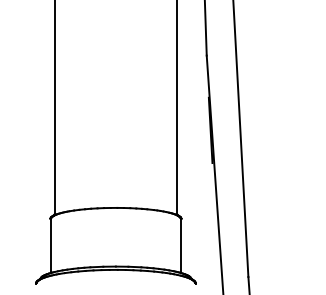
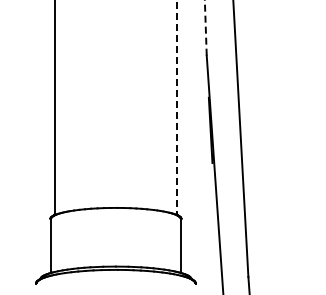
line at (205, 27): solid -> dashed
line at (177, 107): solid -> dashed
